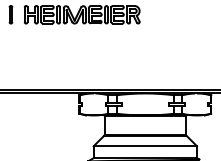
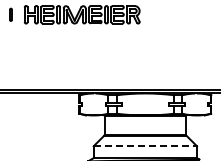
part at (10, 14) size: 6x20 px -> 4x15 px
line at (145, 146): solid -> dashed
